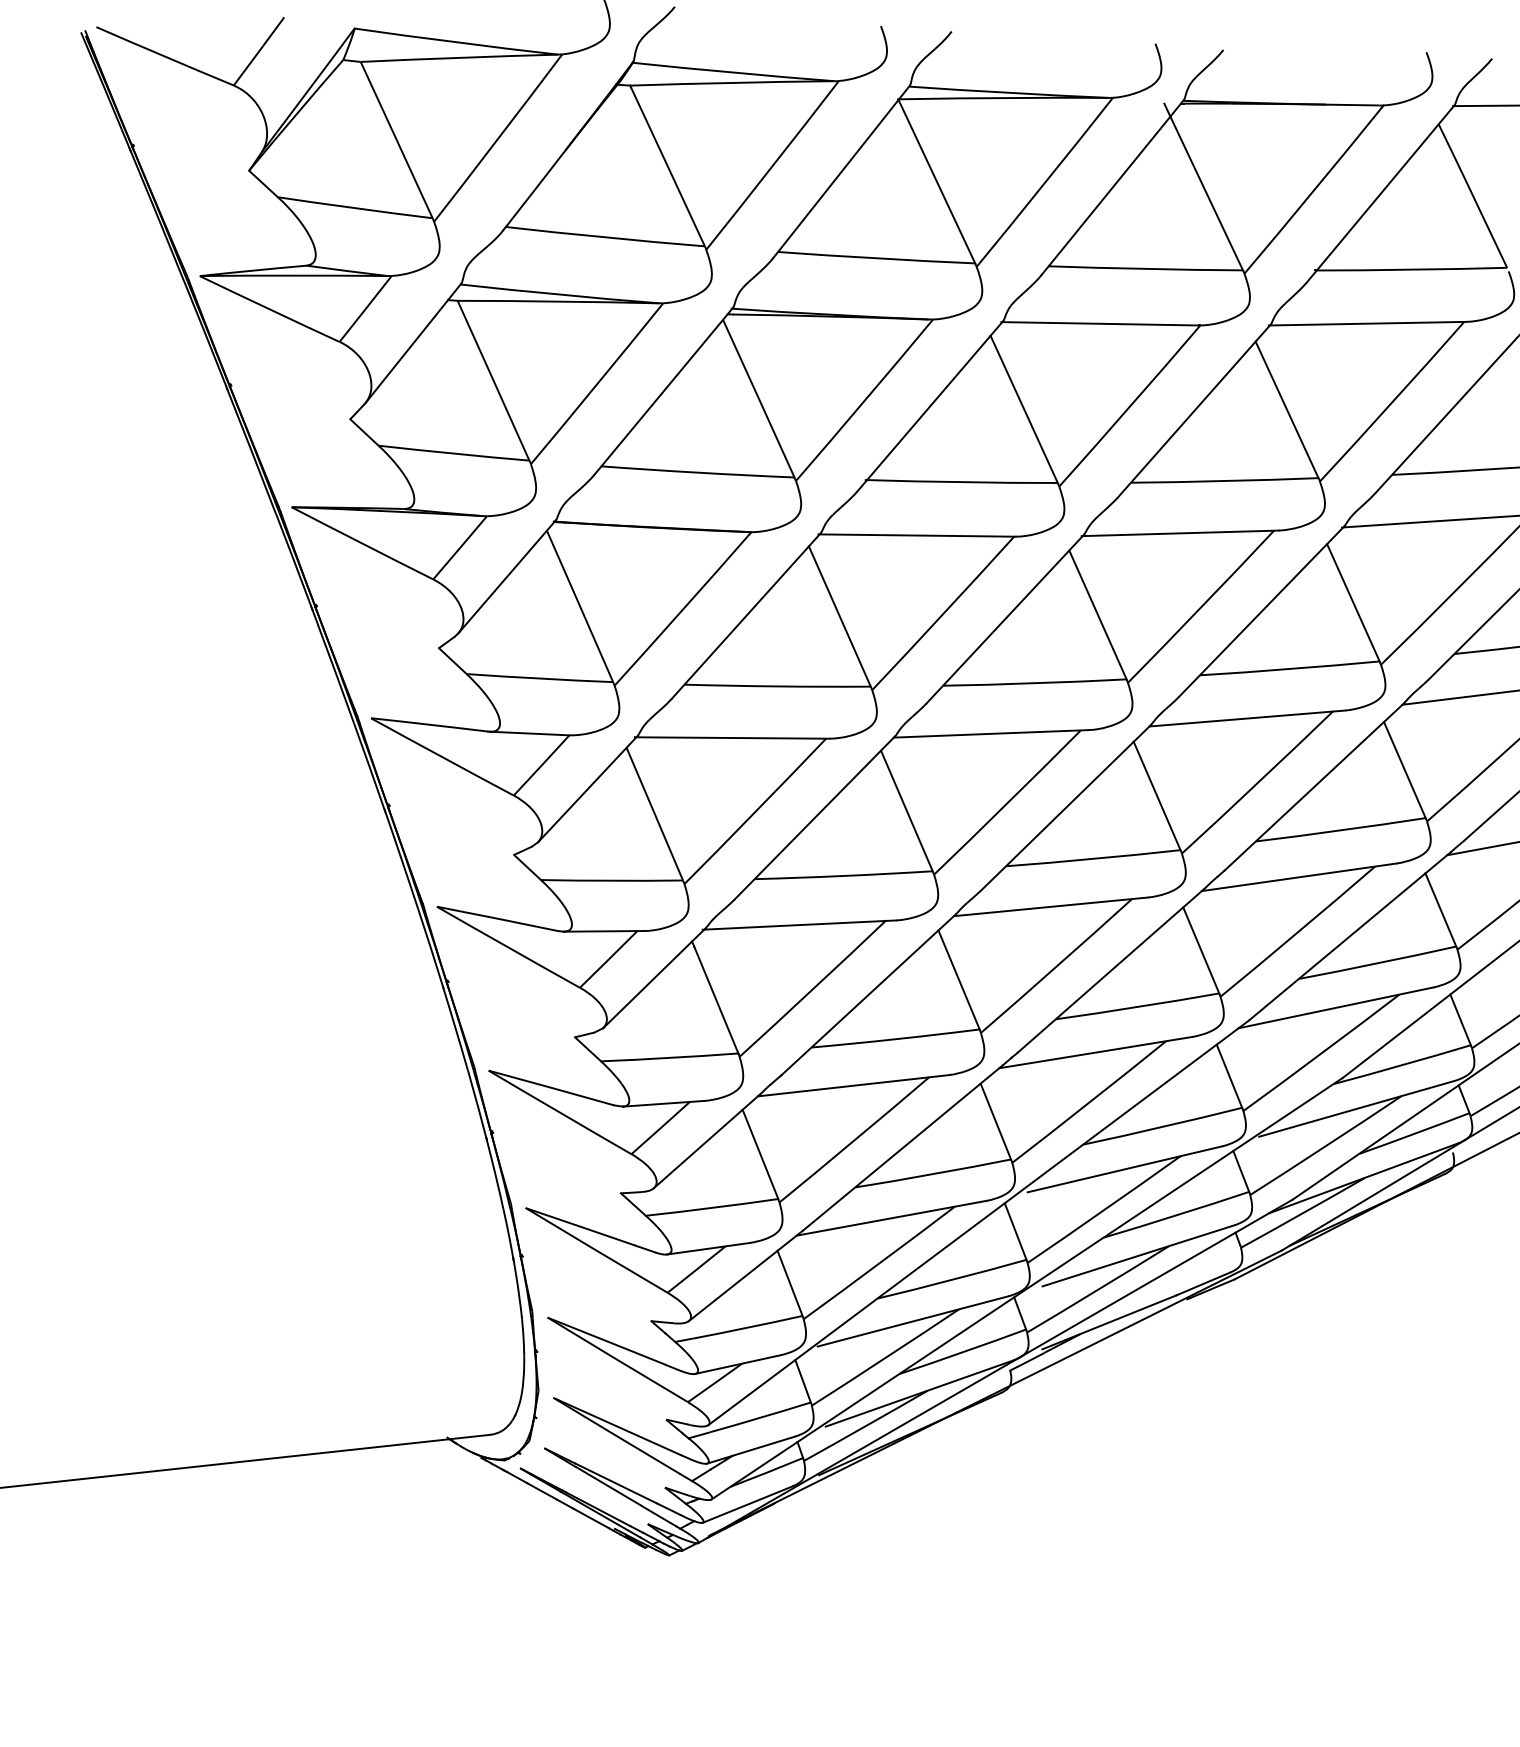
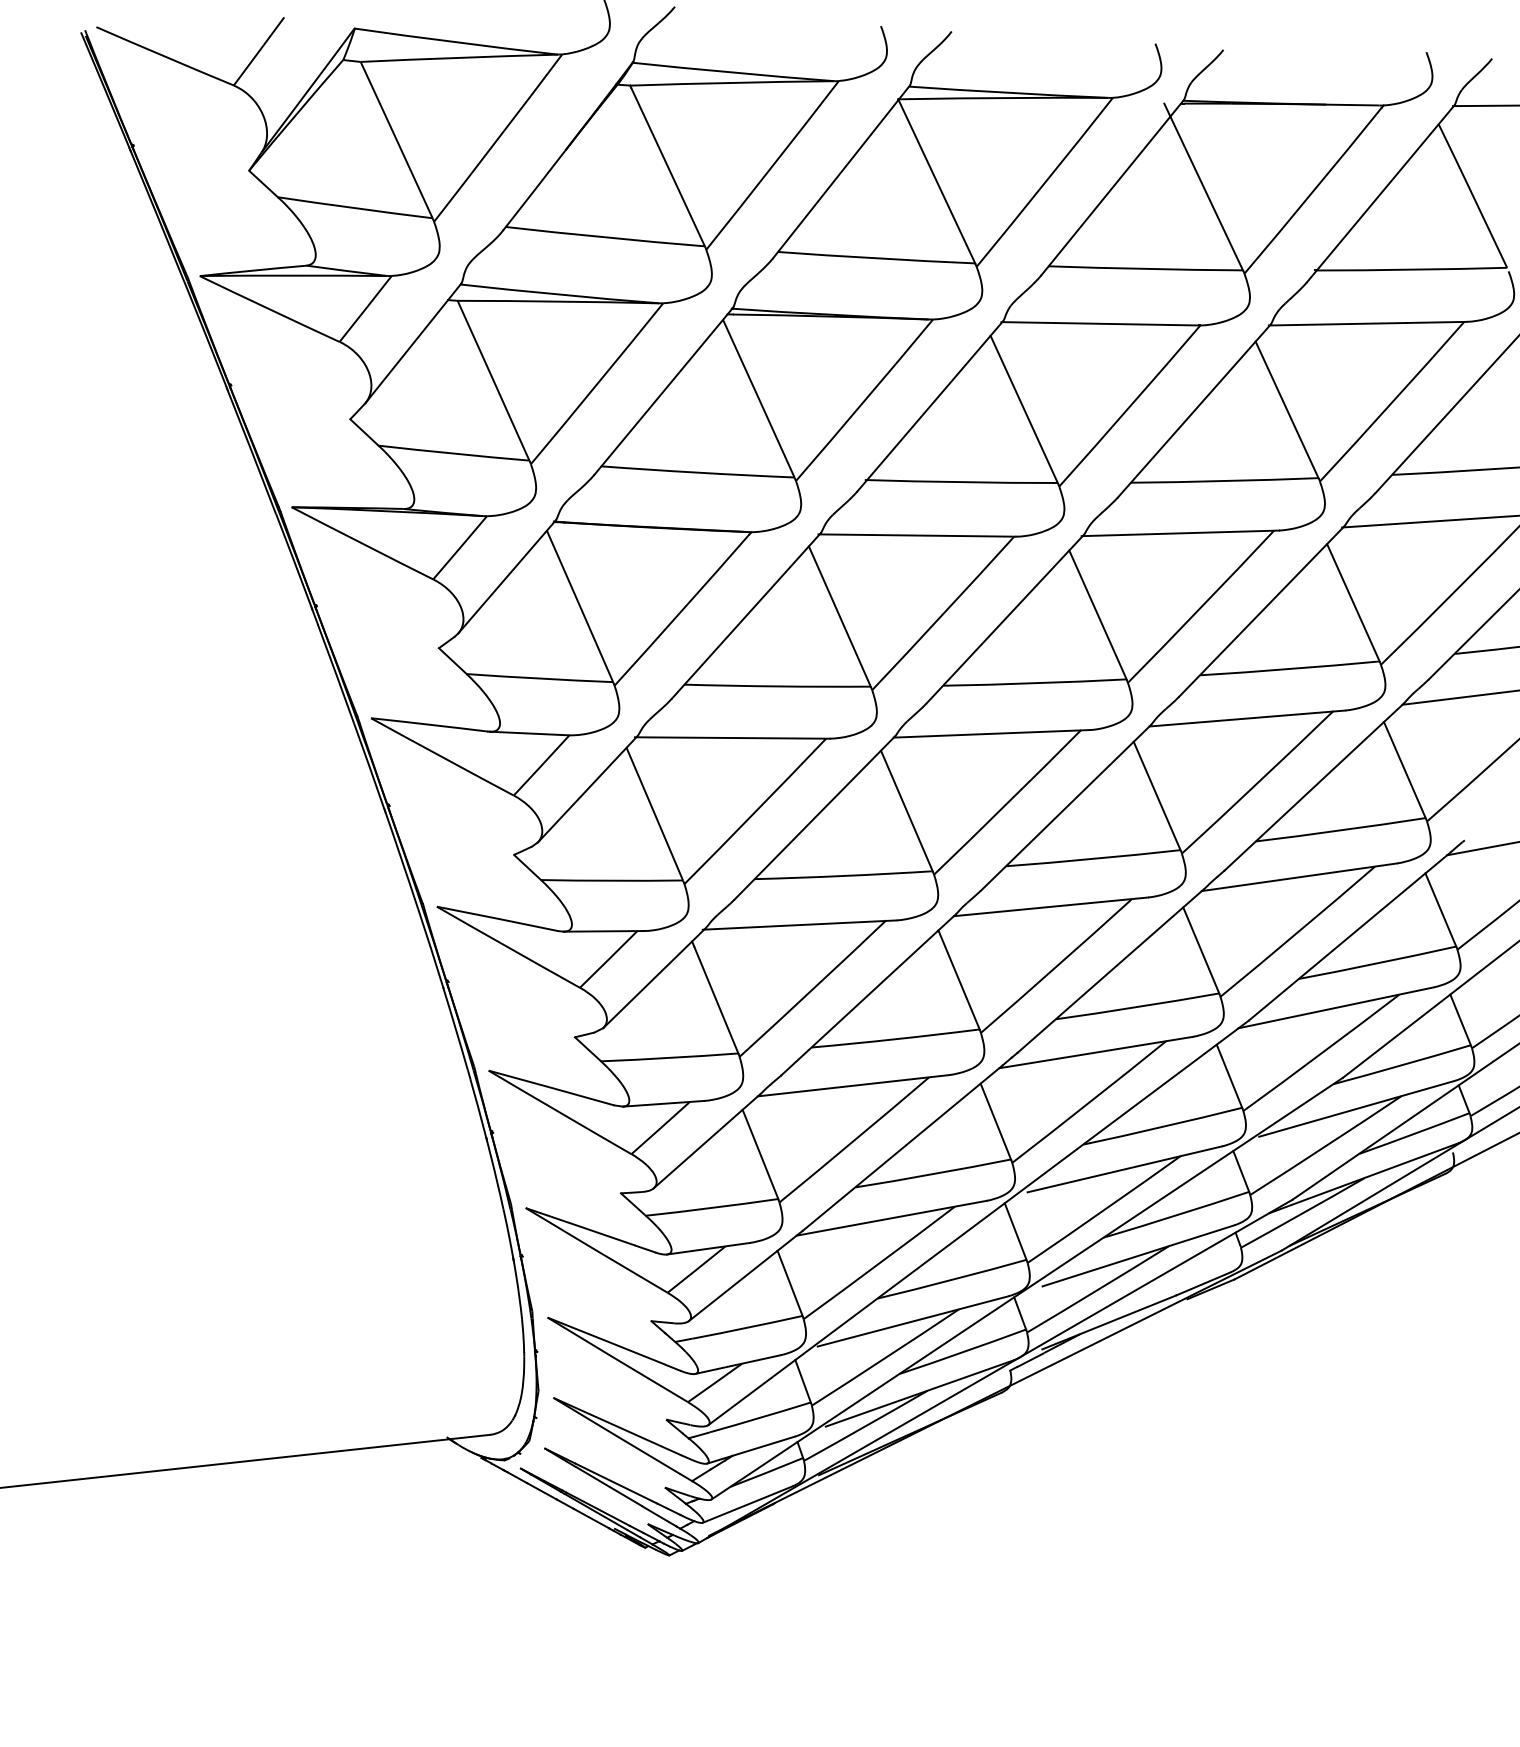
line at (1490, 817): present -> none
